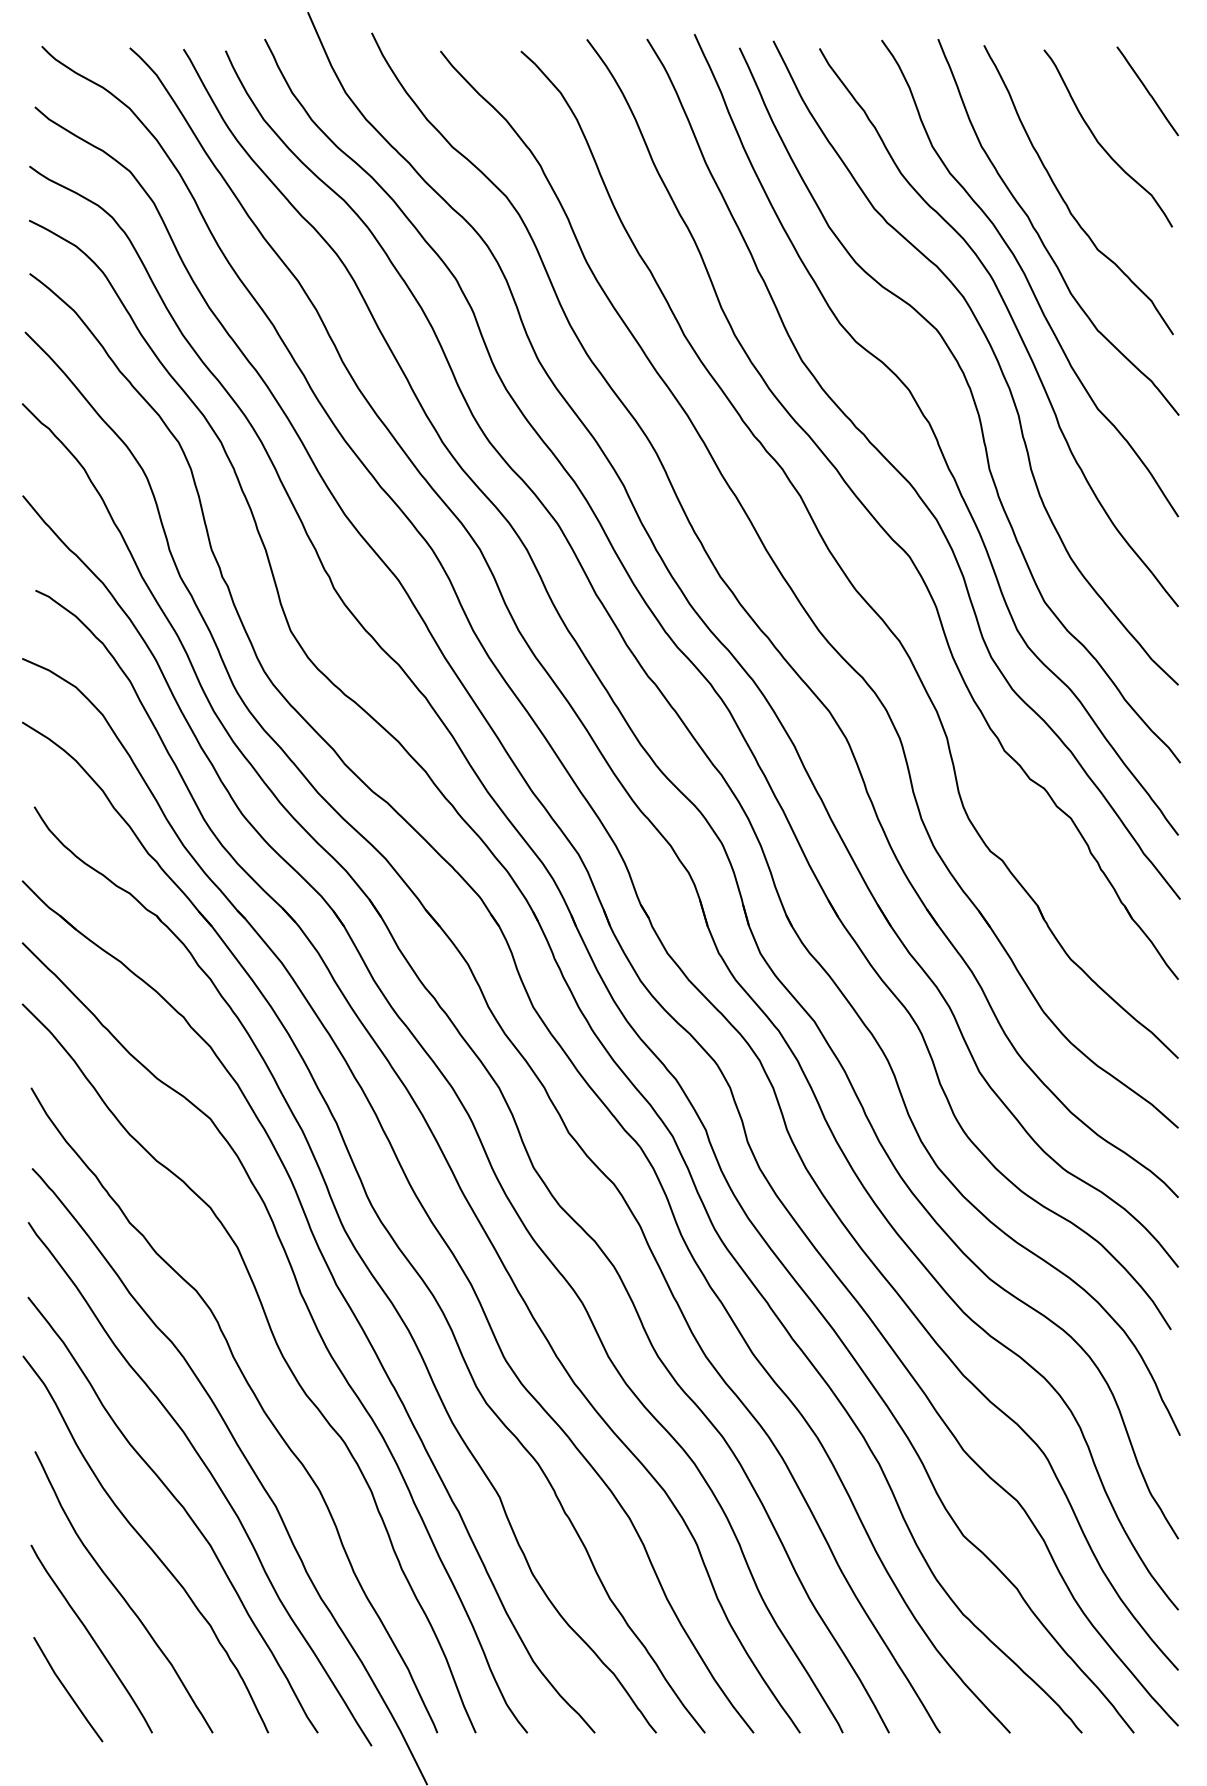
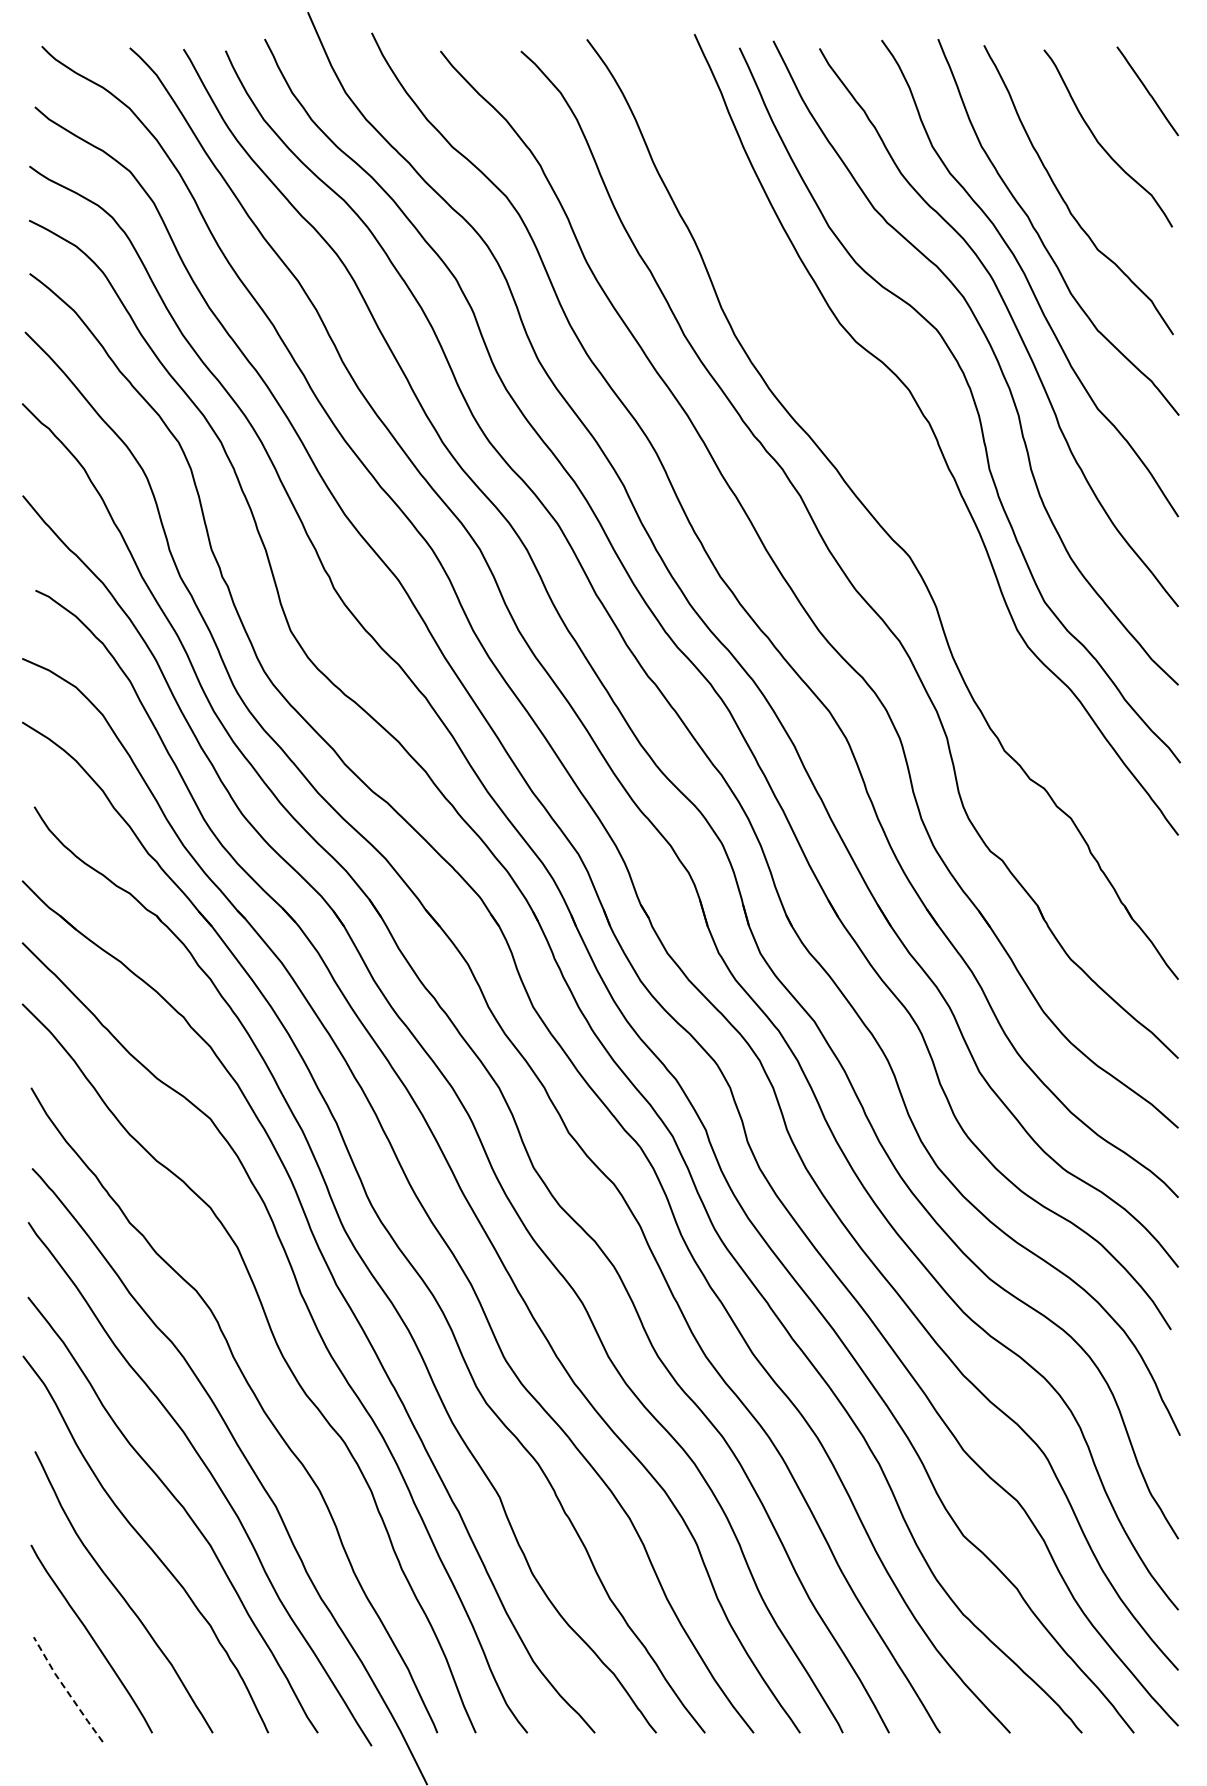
curve at (904, 476): present -> none
line at (66, 1690): solid -> dashed
